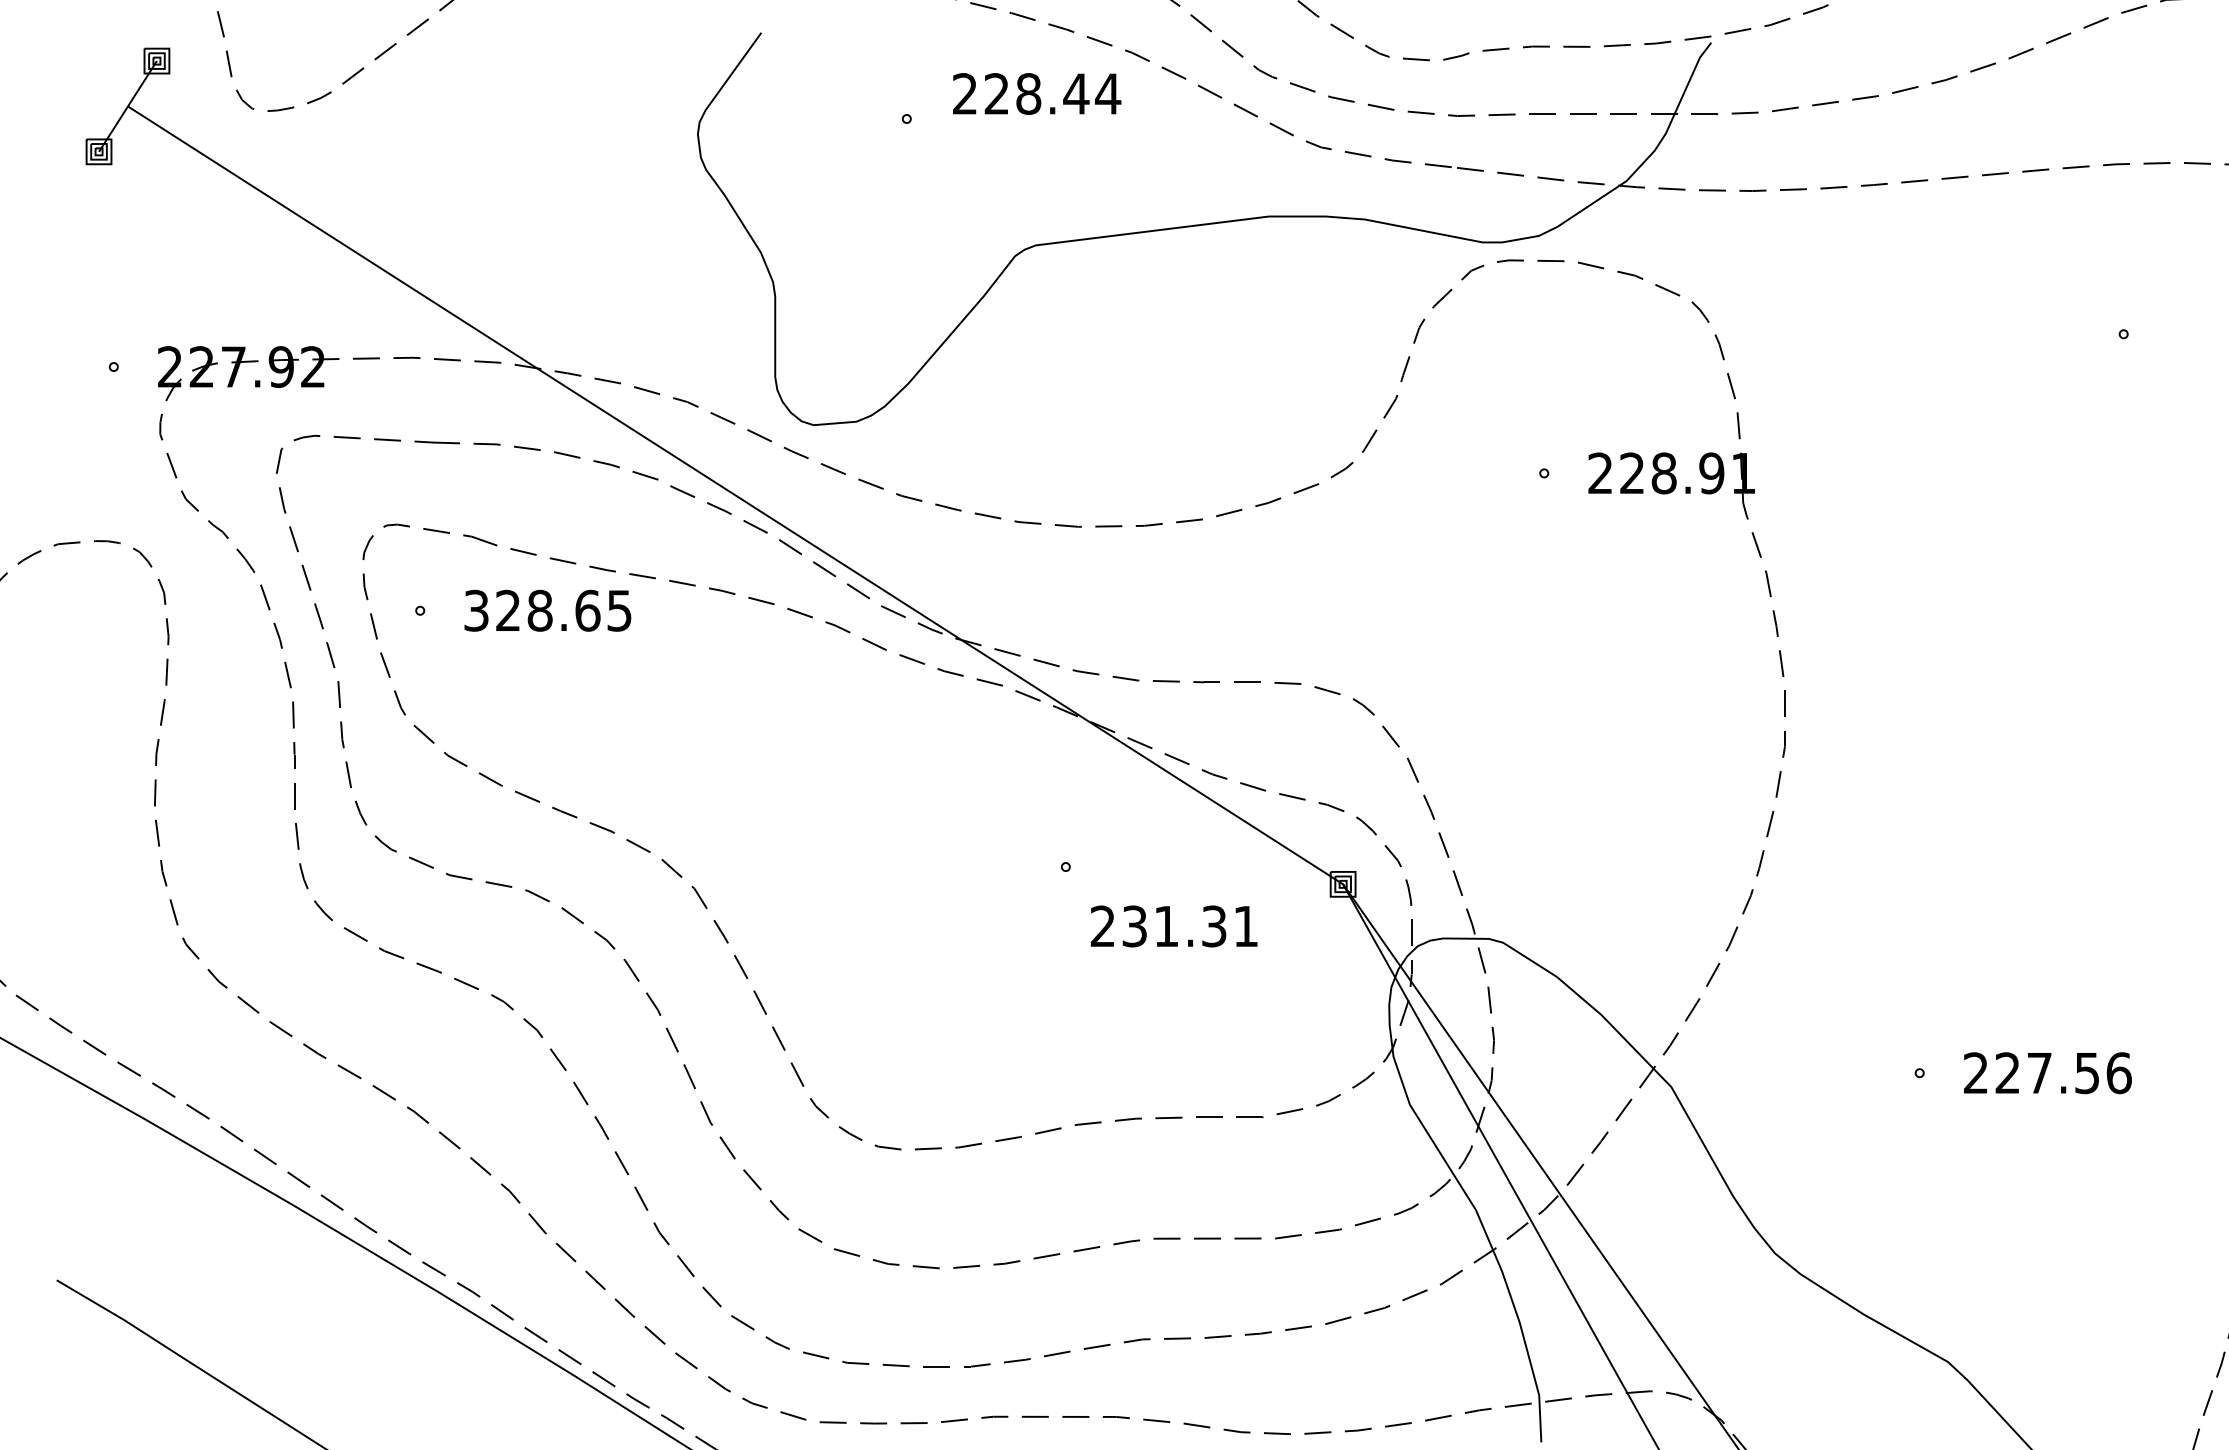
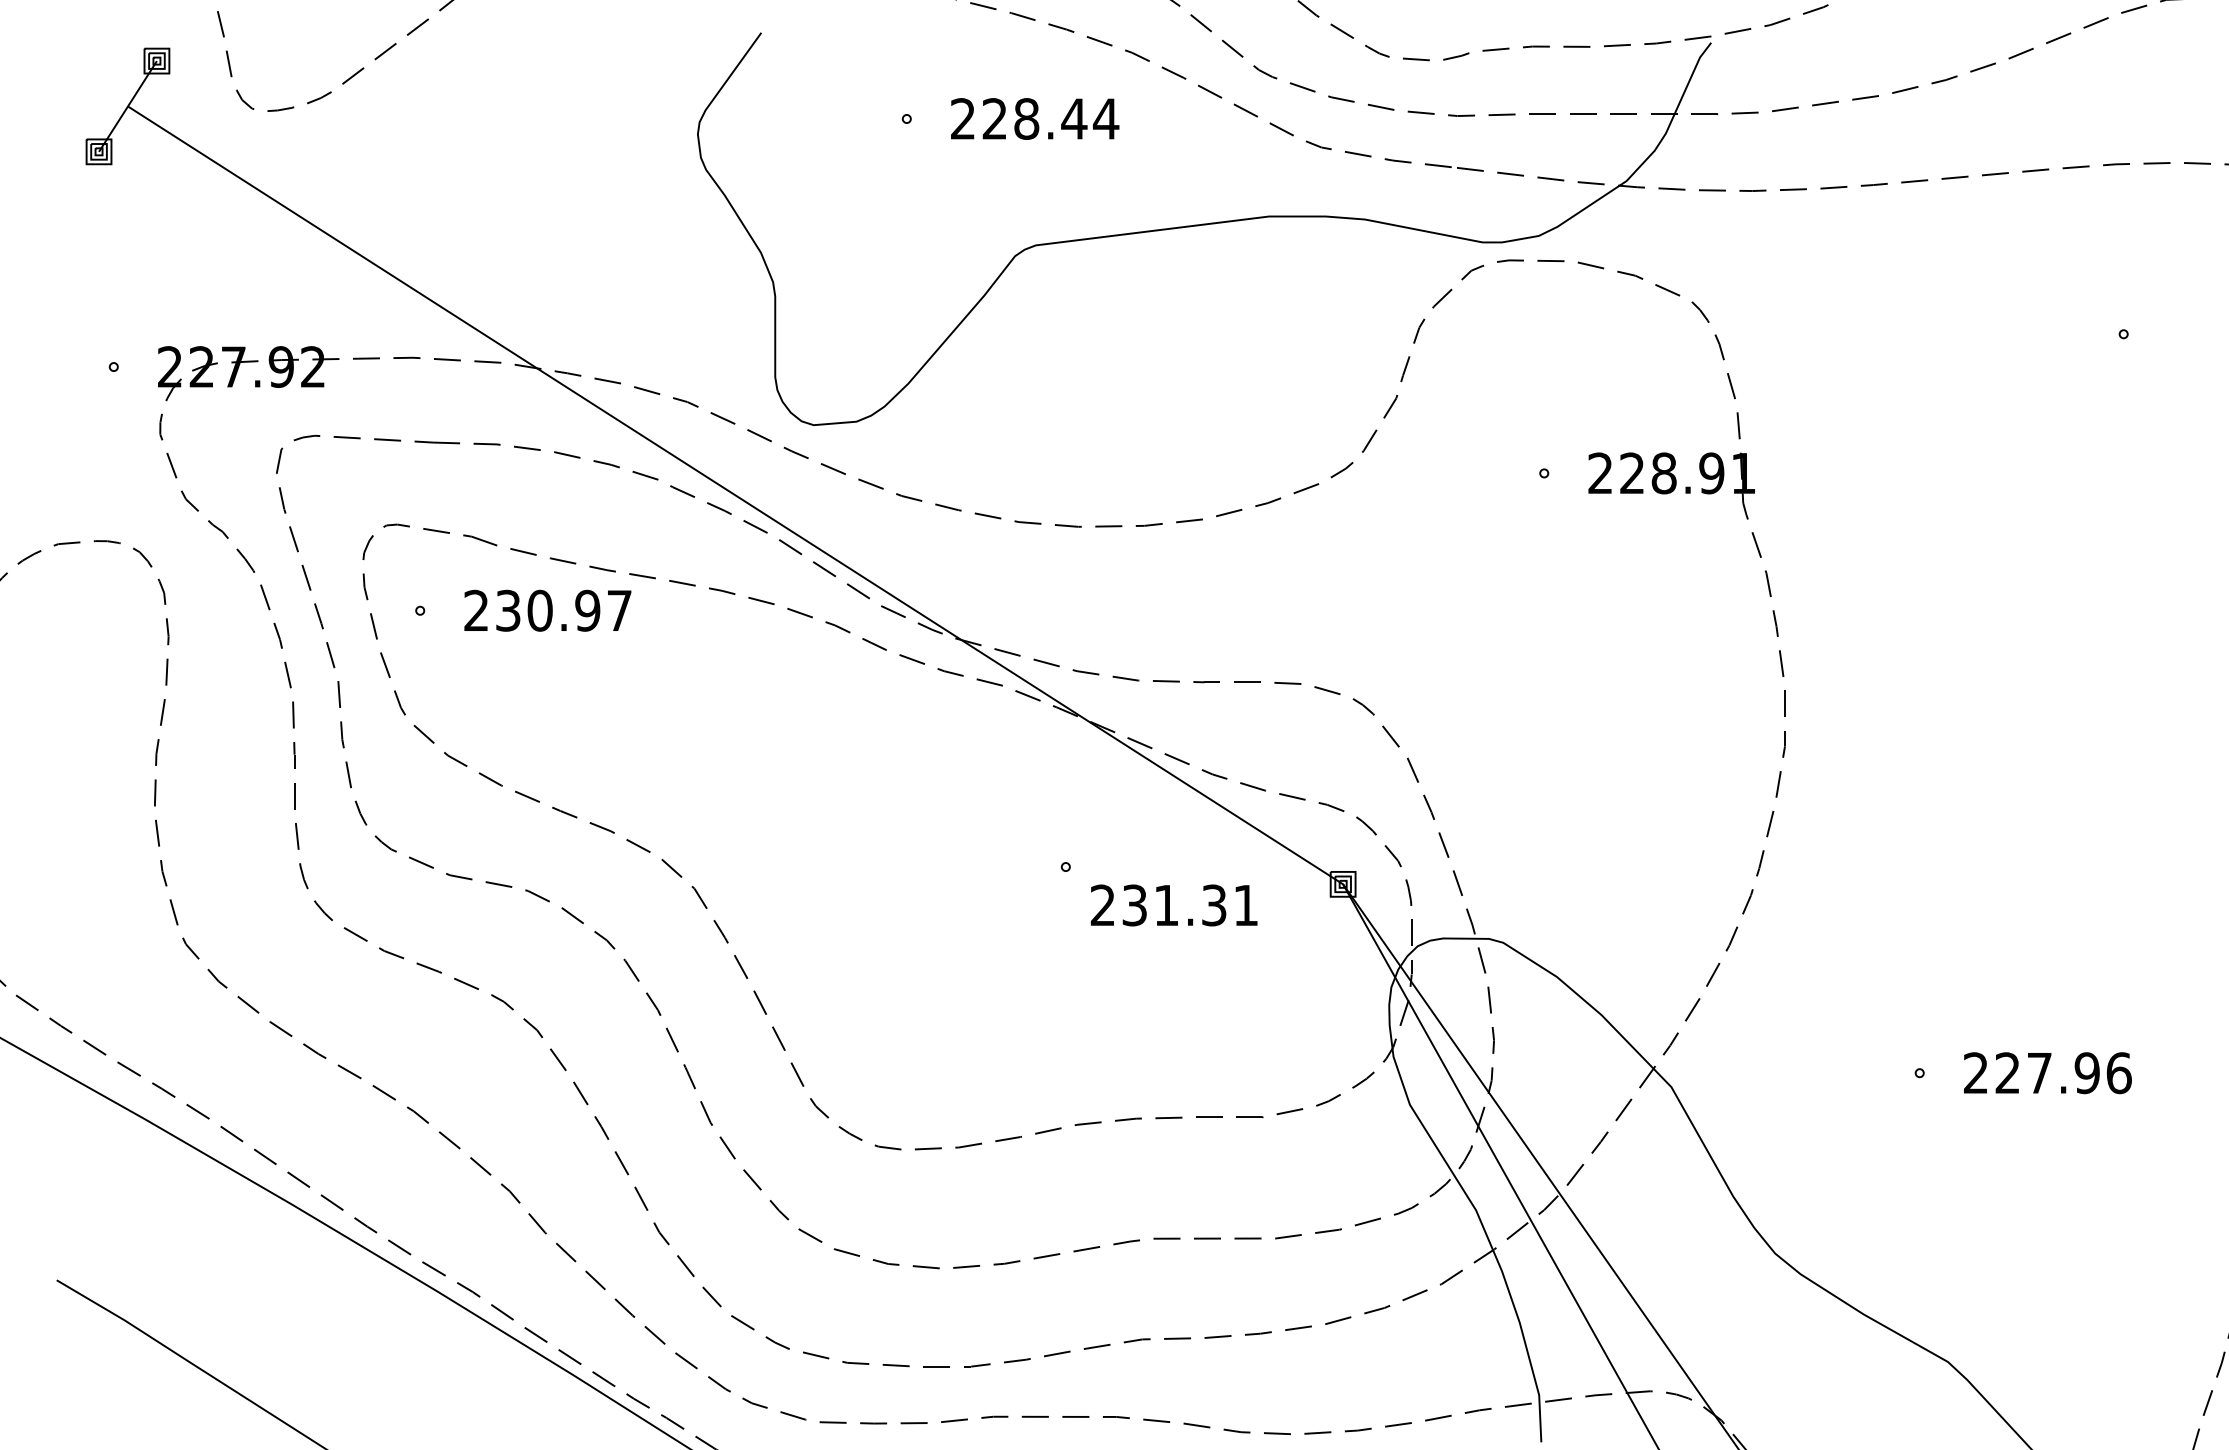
text at (1037, 93) position: (1037, 93) -> (1035, 118)
text at (547, 610): 328.65 -> 230.97
text at (1173, 926) position: (1173, 926) -> (1173, 905)
text at (2086, 1072): 227.56 -> 227.96
